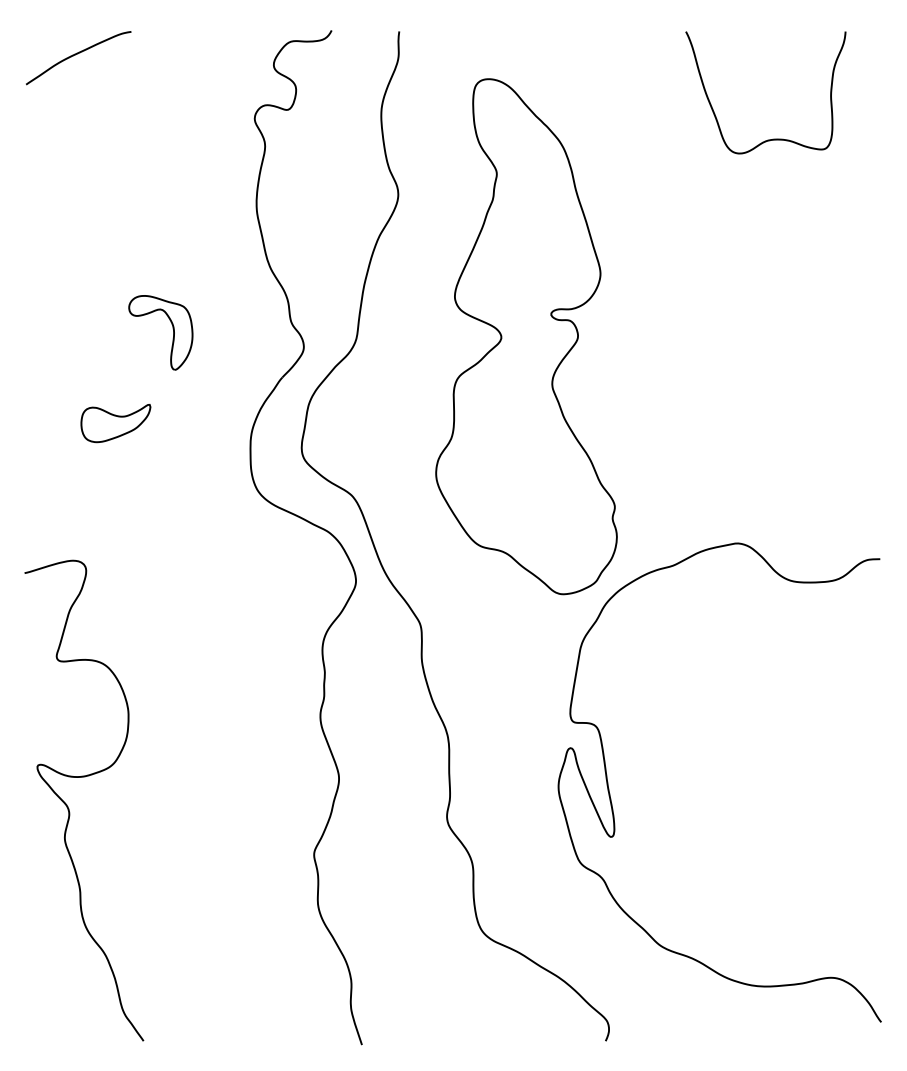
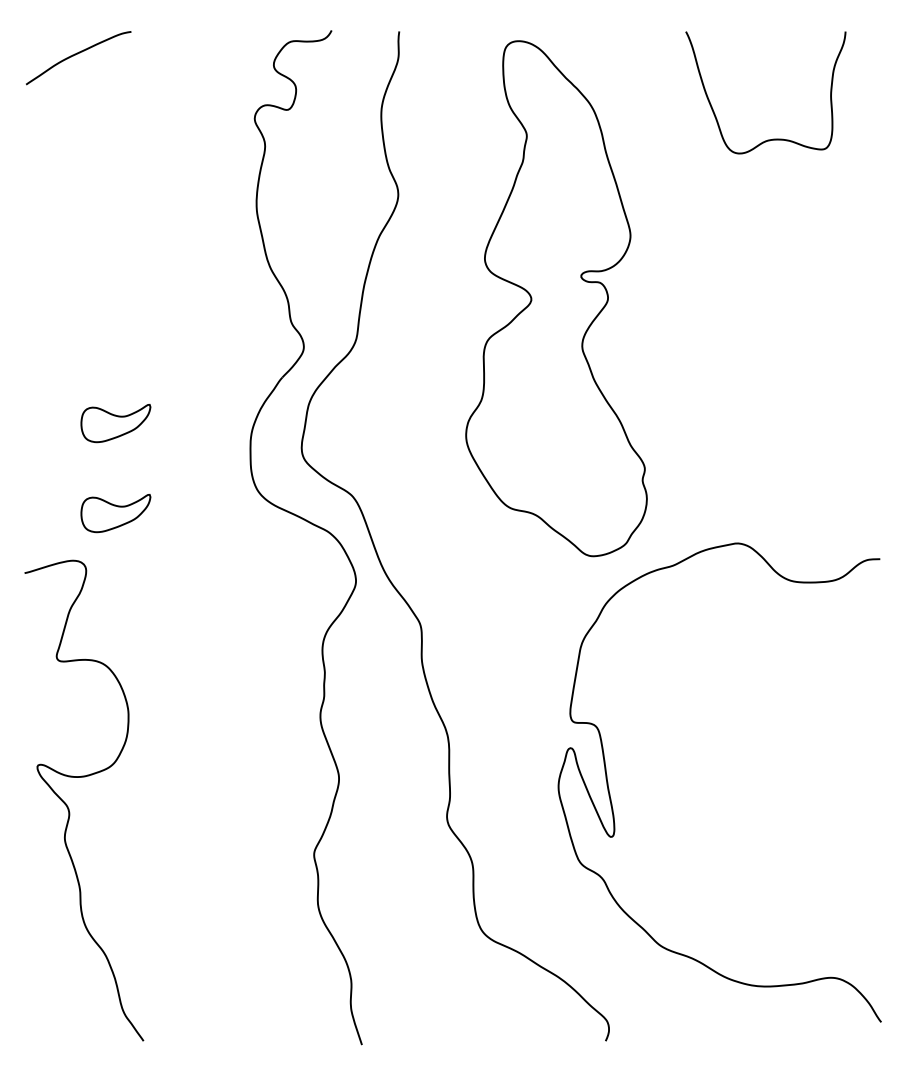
part at (172, 328): present -> none
part at (526, 336) position: (526, 336) -> (556, 298)
part at (115, 513): none -> present
